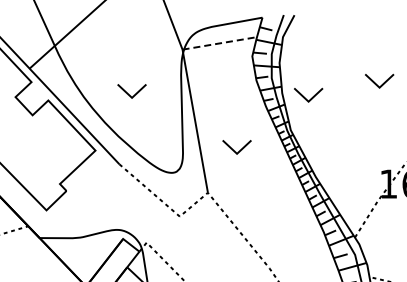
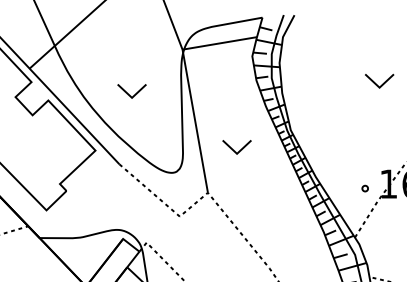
line at (219, 43): dashed -> solid
part at (308, 94): present -> none
part at (364, 188): none -> present
